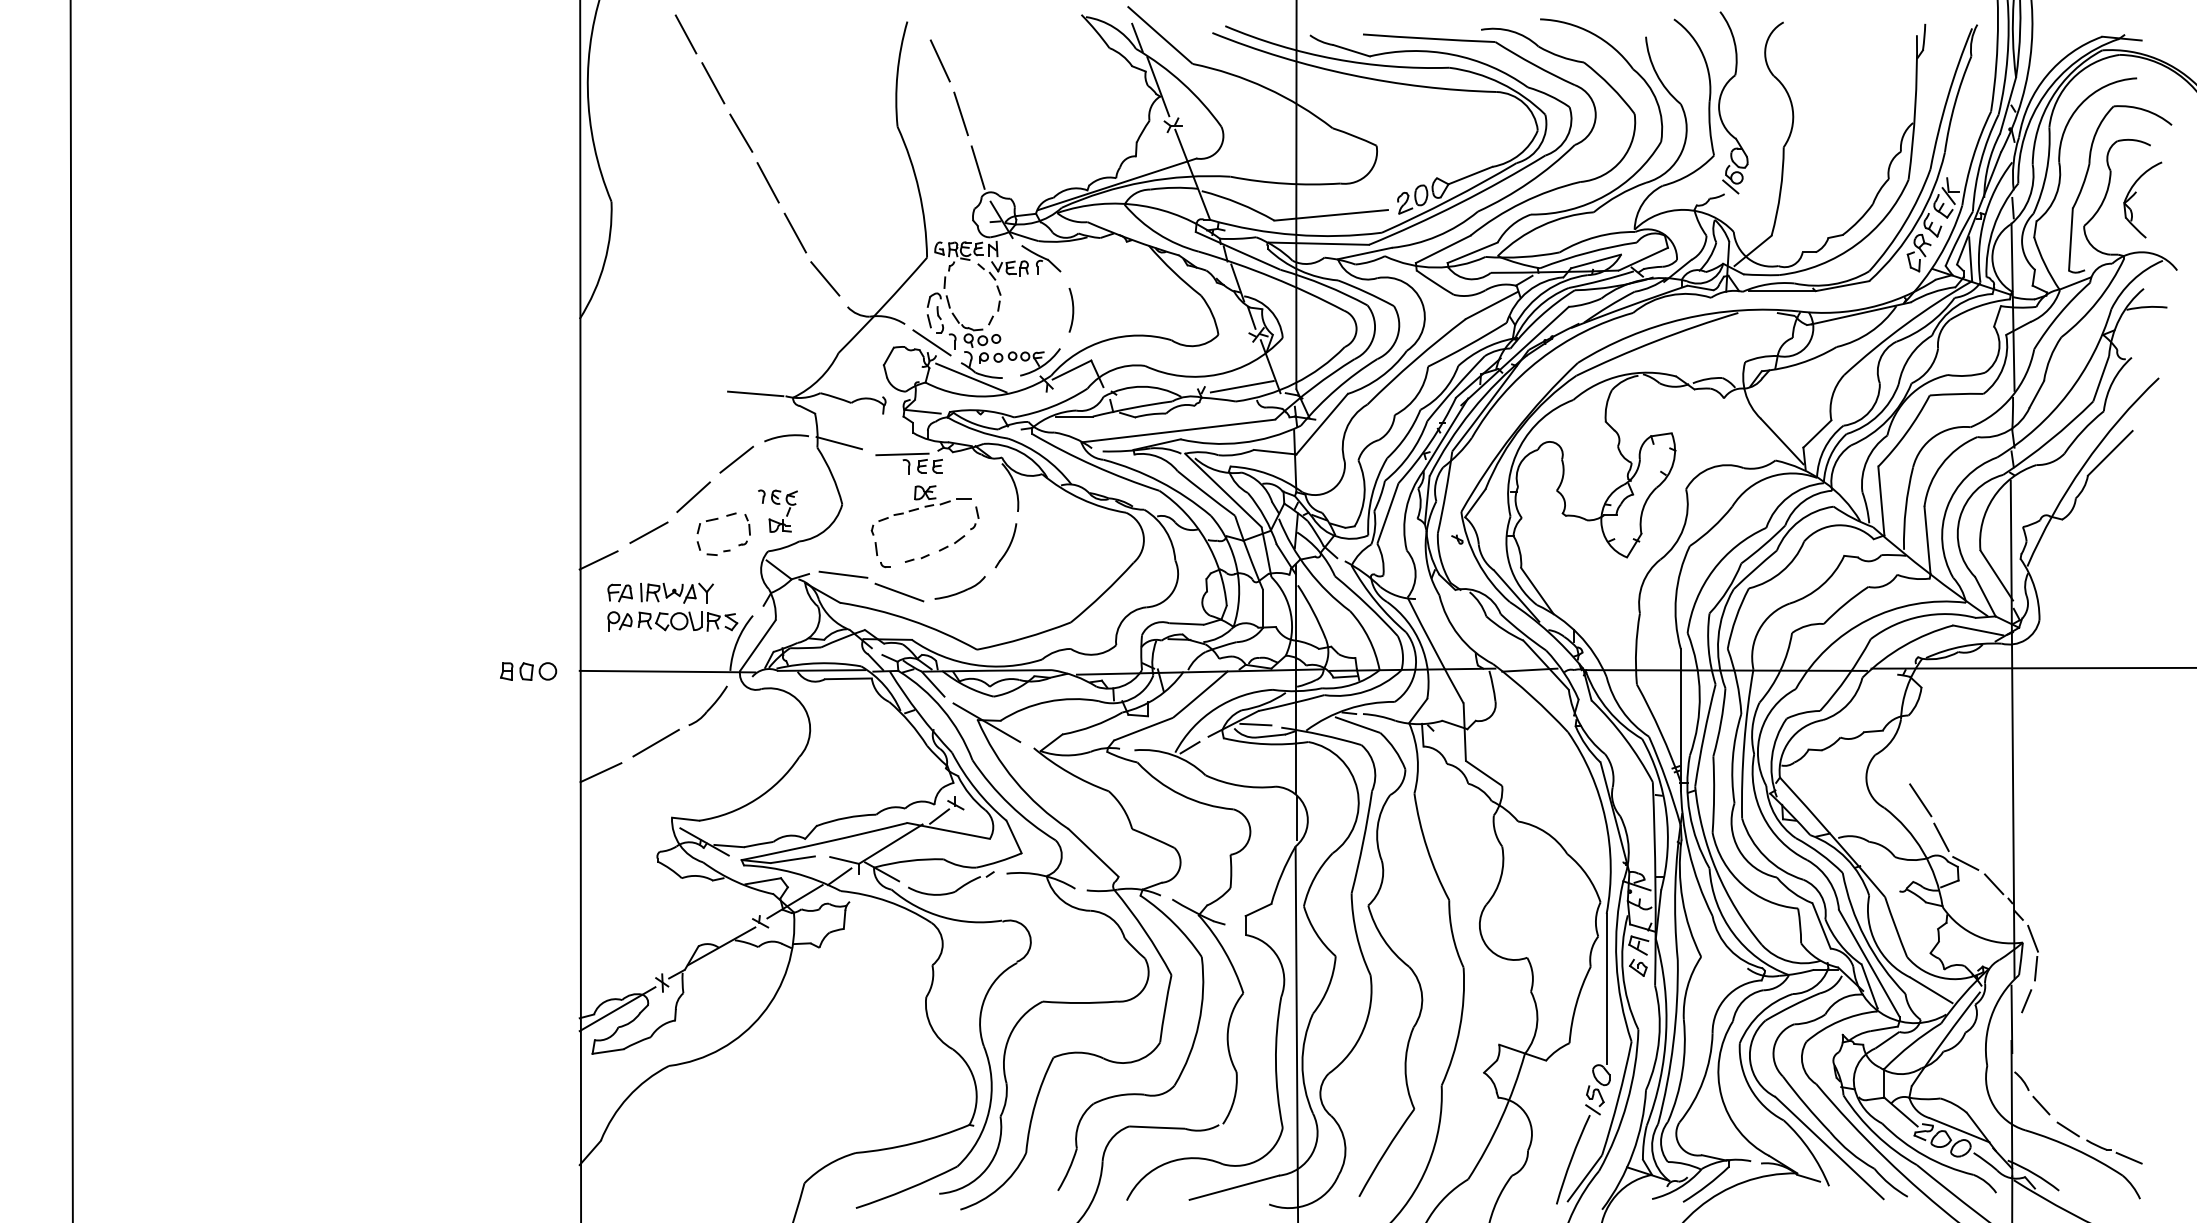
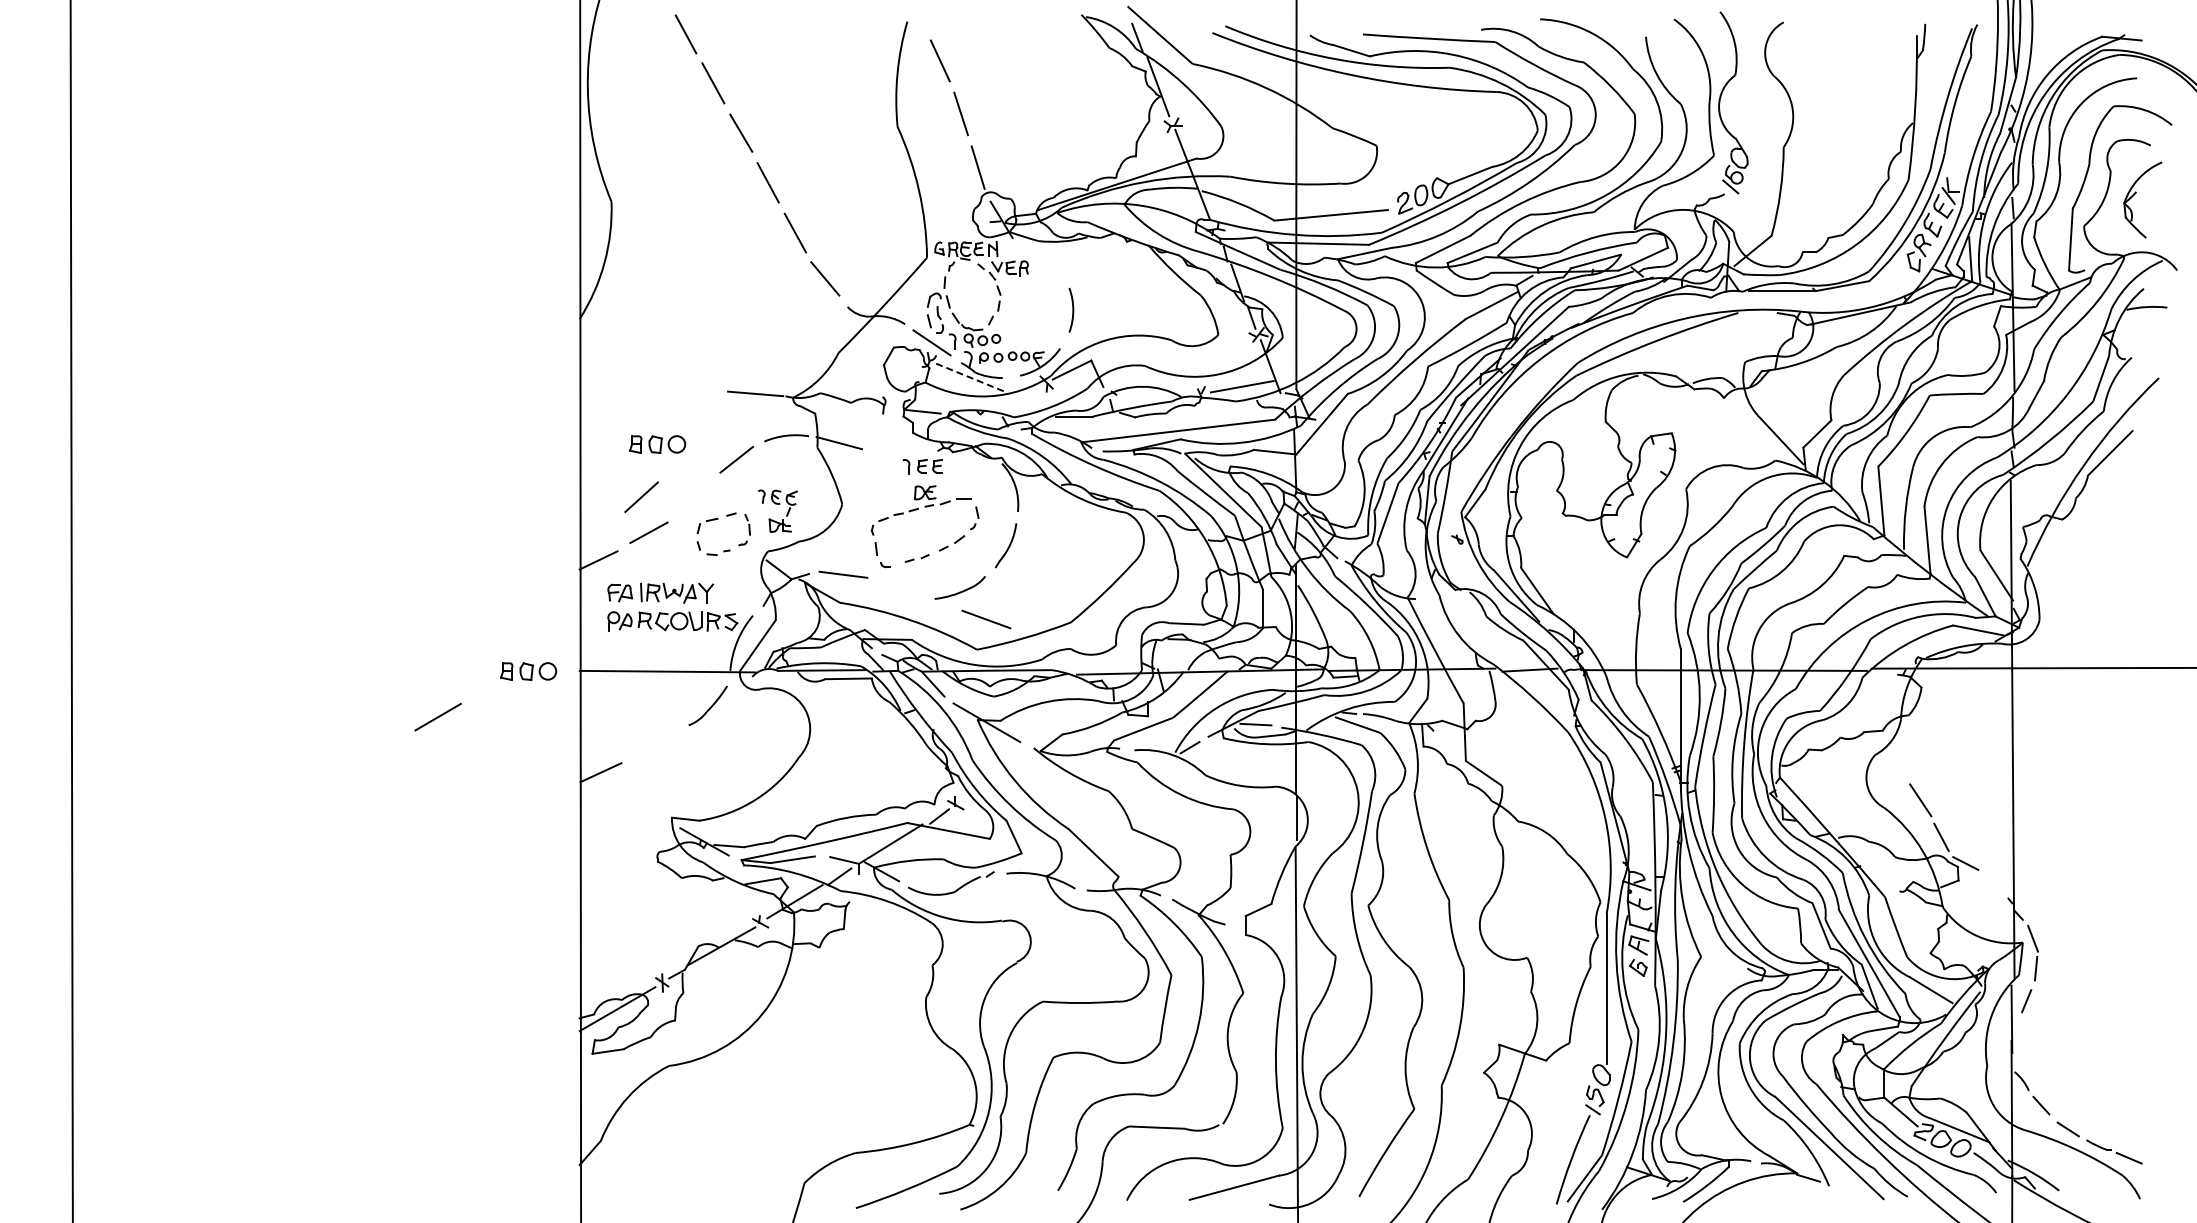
part at (1041, 259): present -> none
line at (971, 378): solid -> dashed
part at (657, 444): none -> present
line at (902, 454): present -> none
line at (693, 496) position: (693, 496) -> (641, 496)
line at (899, 592) position: (899, 592) -> (986, 619)
line at (655, 743) position: (655, 743) -> (437, 717)
line at (1994, 884): present -> none
